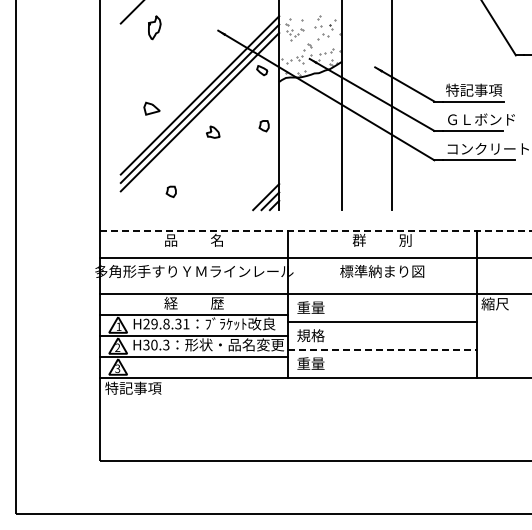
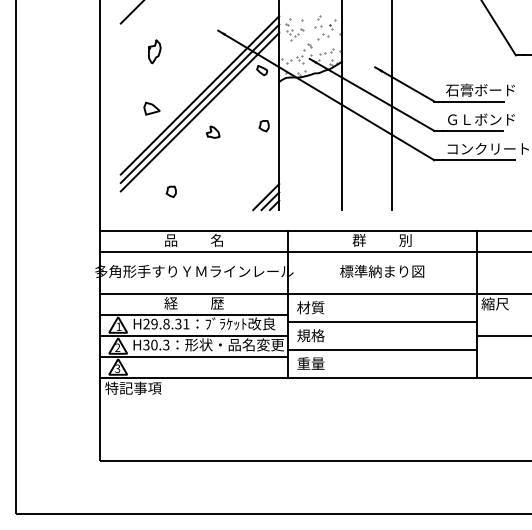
part at (154, 27) position: (154, 27) -> (154, 51)
text at (480, 89): 特記事項 -> 石膏ボード
line at (315, 231): dashed -> solid
line at (313, 258) position: (313, 258) -> (313, 252)
text at (310, 307): 重量 -> 材質
line at (502, 335): none -> present
line at (383, 349): dashed -> solid
